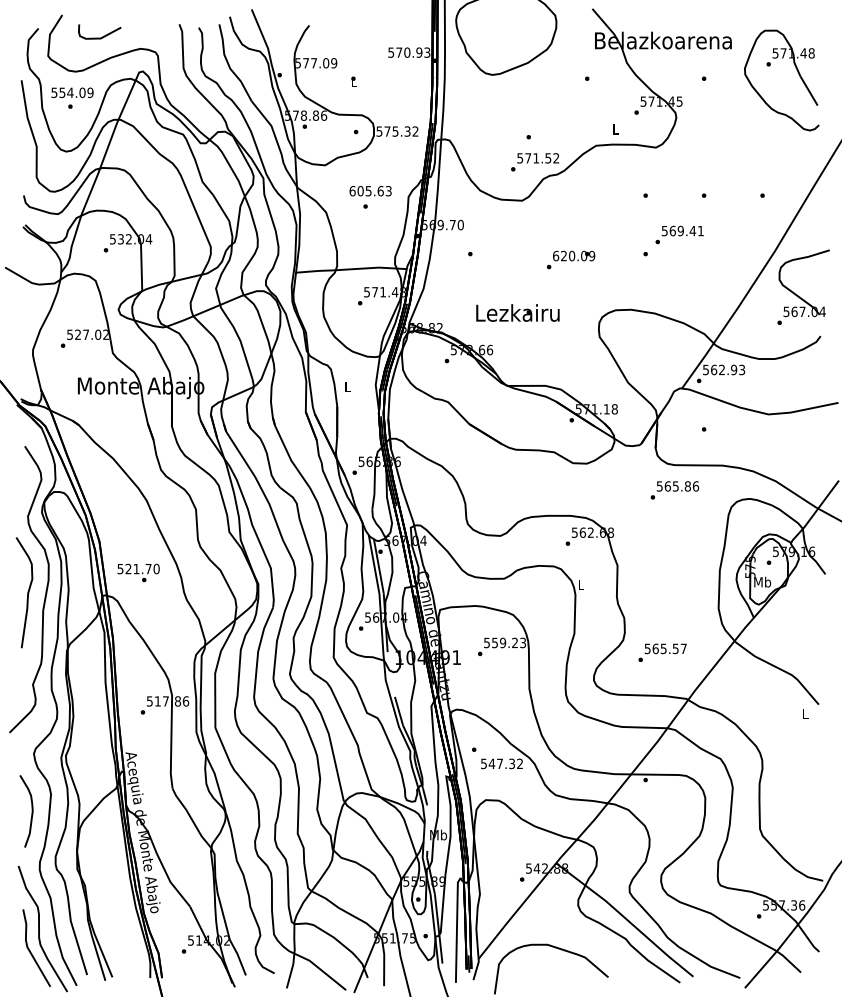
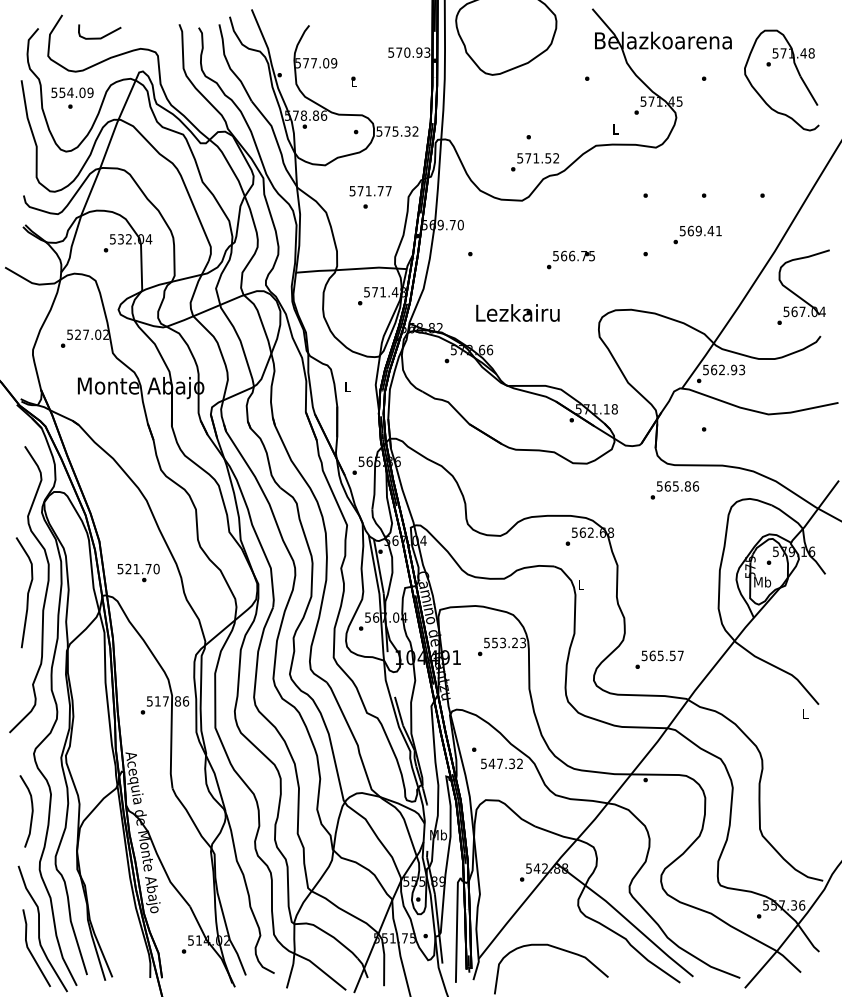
text at (370, 191): 605.63 -> 571.77
text at (679, 234) position: (679, 234) -> (697, 234)
text at (574, 255): 620.09 -> 566.75
text at (503, 642): 559.23 -> 553.23
text at (662, 652) position: (662, 652) -> (659, 659)
